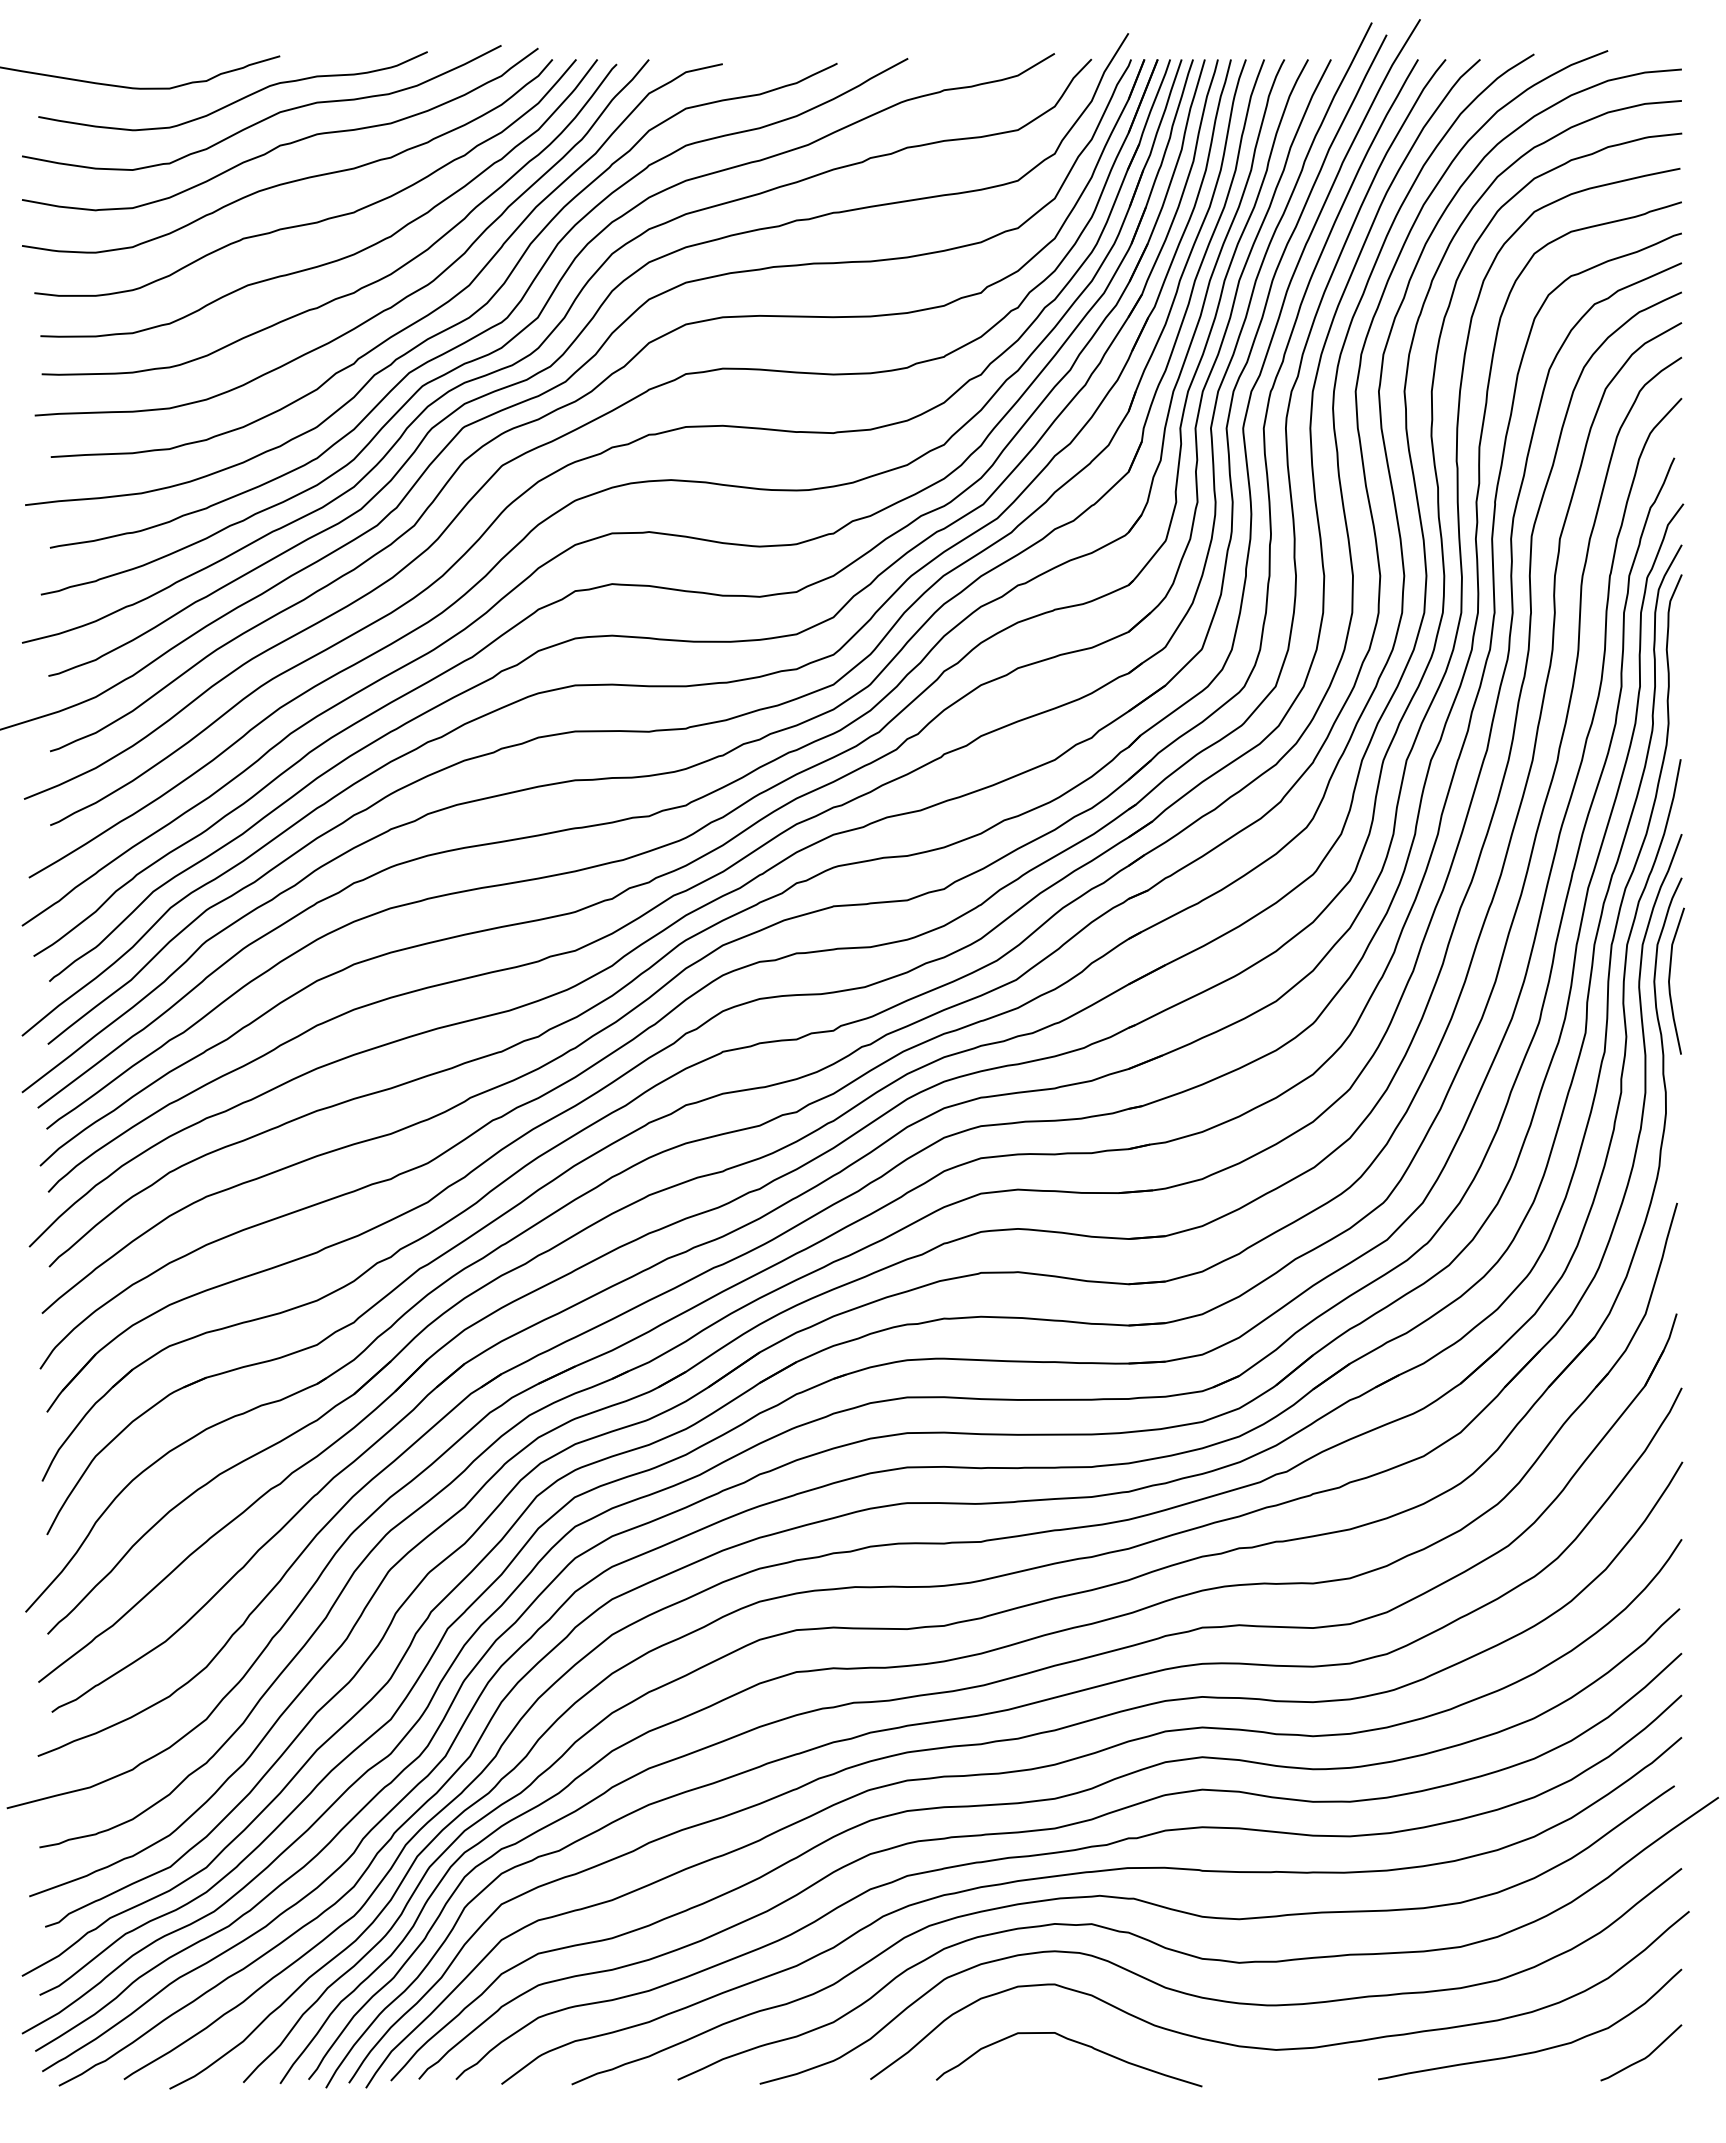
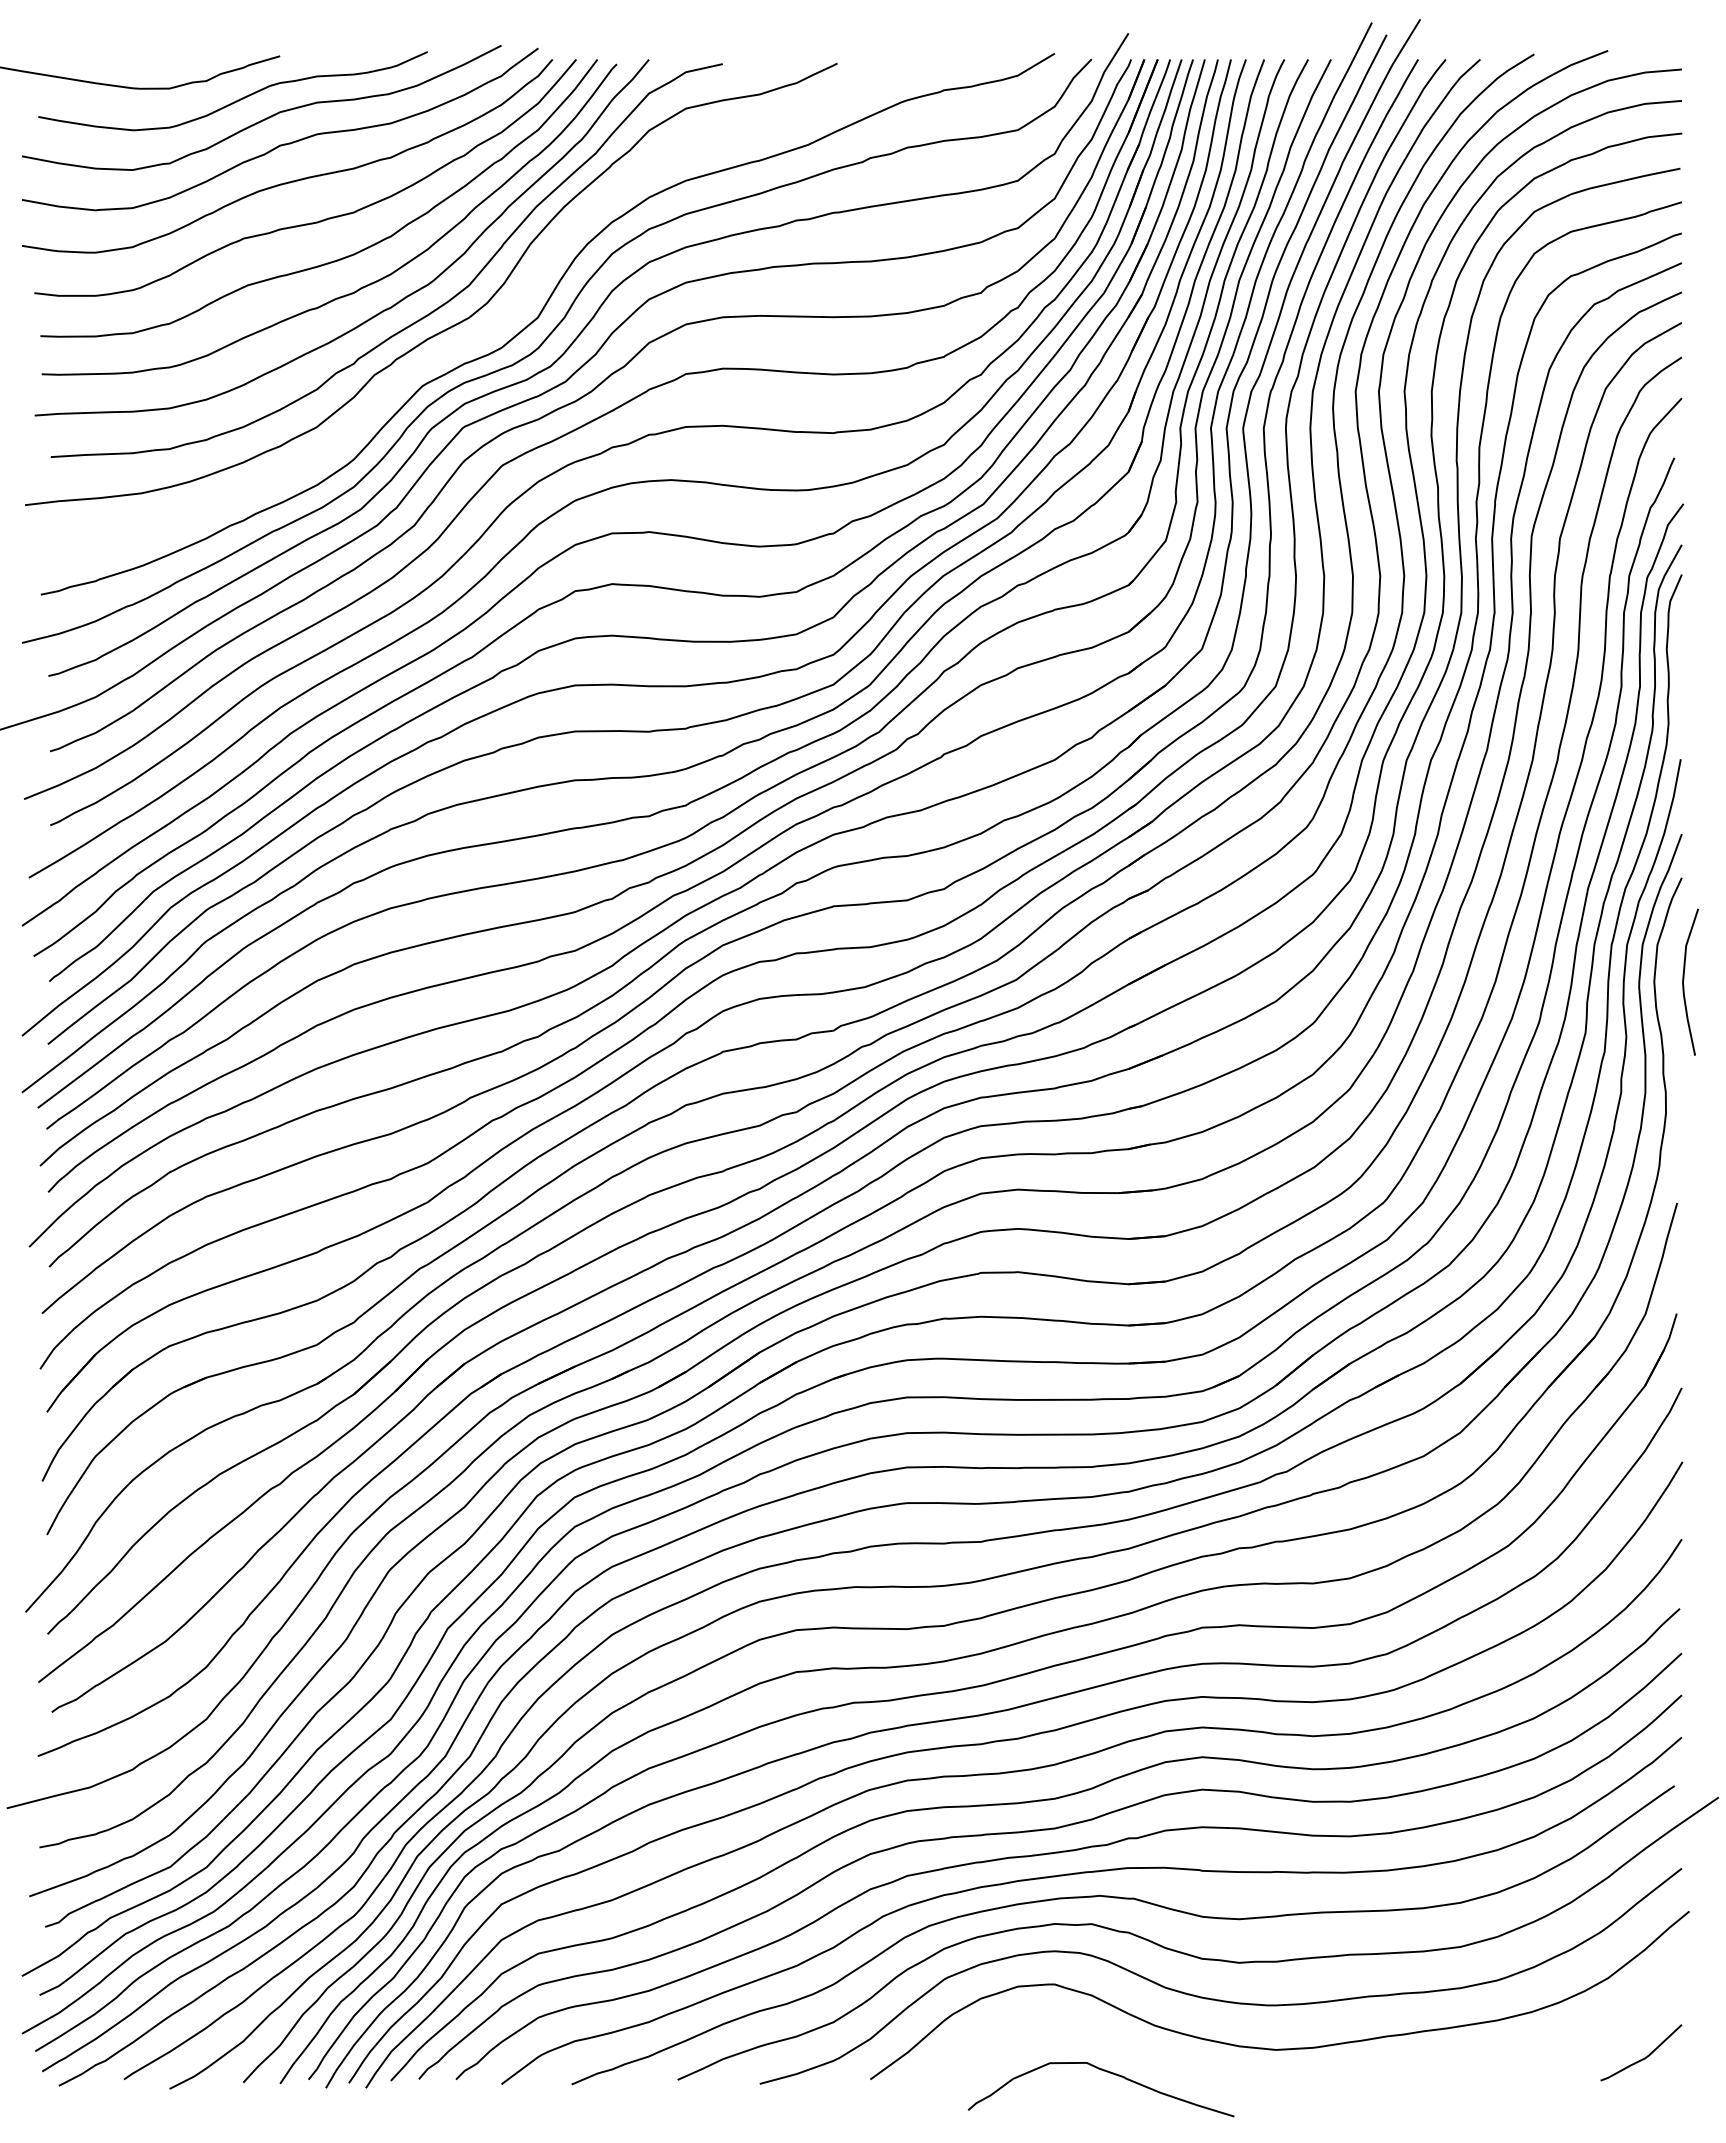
curve at (489, 327): present -> none
curve at (1670, 979) position: (1670, 979) -> (1684, 980)
curve at (1074, 2042) position: (1074, 2042) -> (1106, 2072)
curve at (1536, 2050): present -> none
